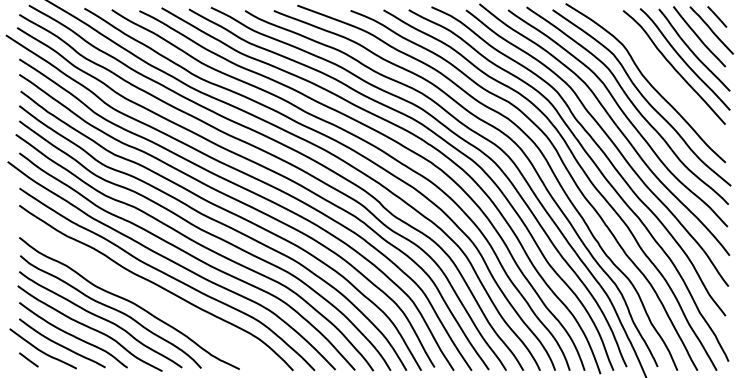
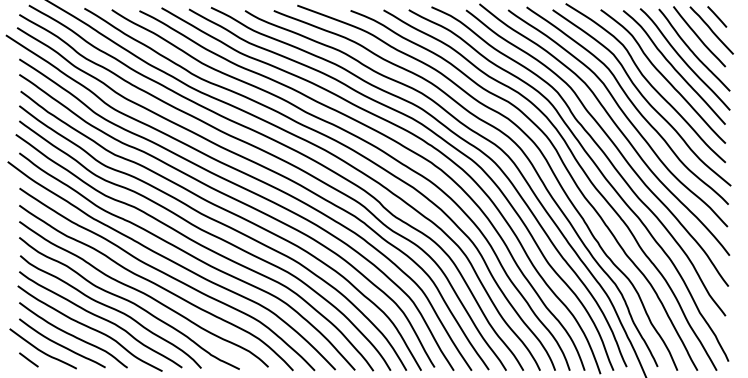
curve at (663, 76): none -> present
curve at (143, 294): none -> present
